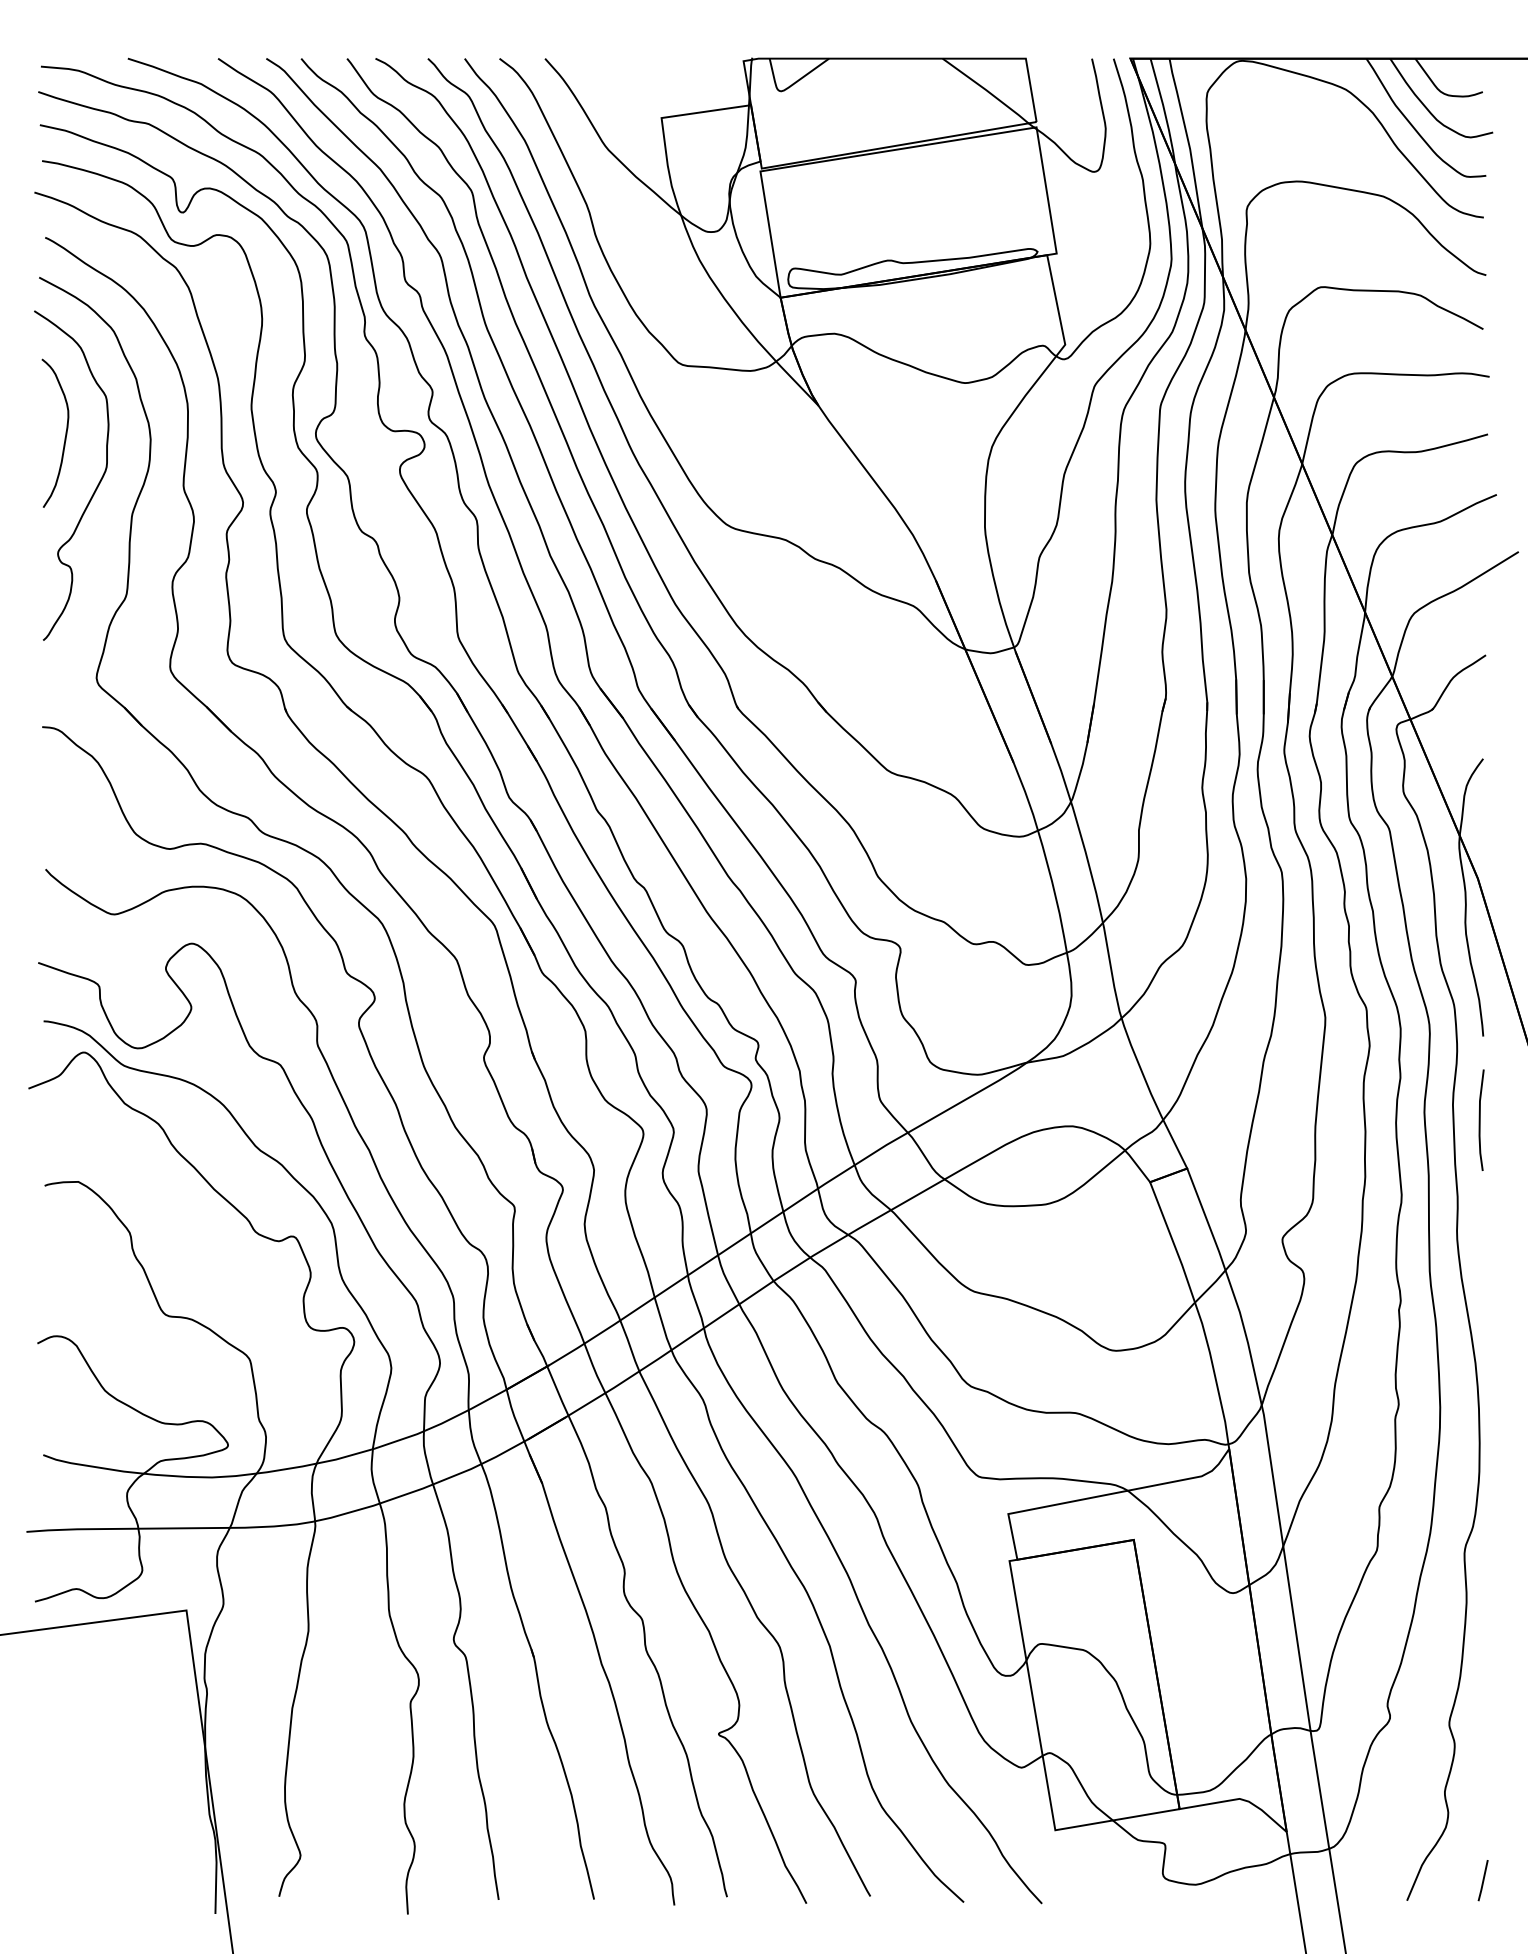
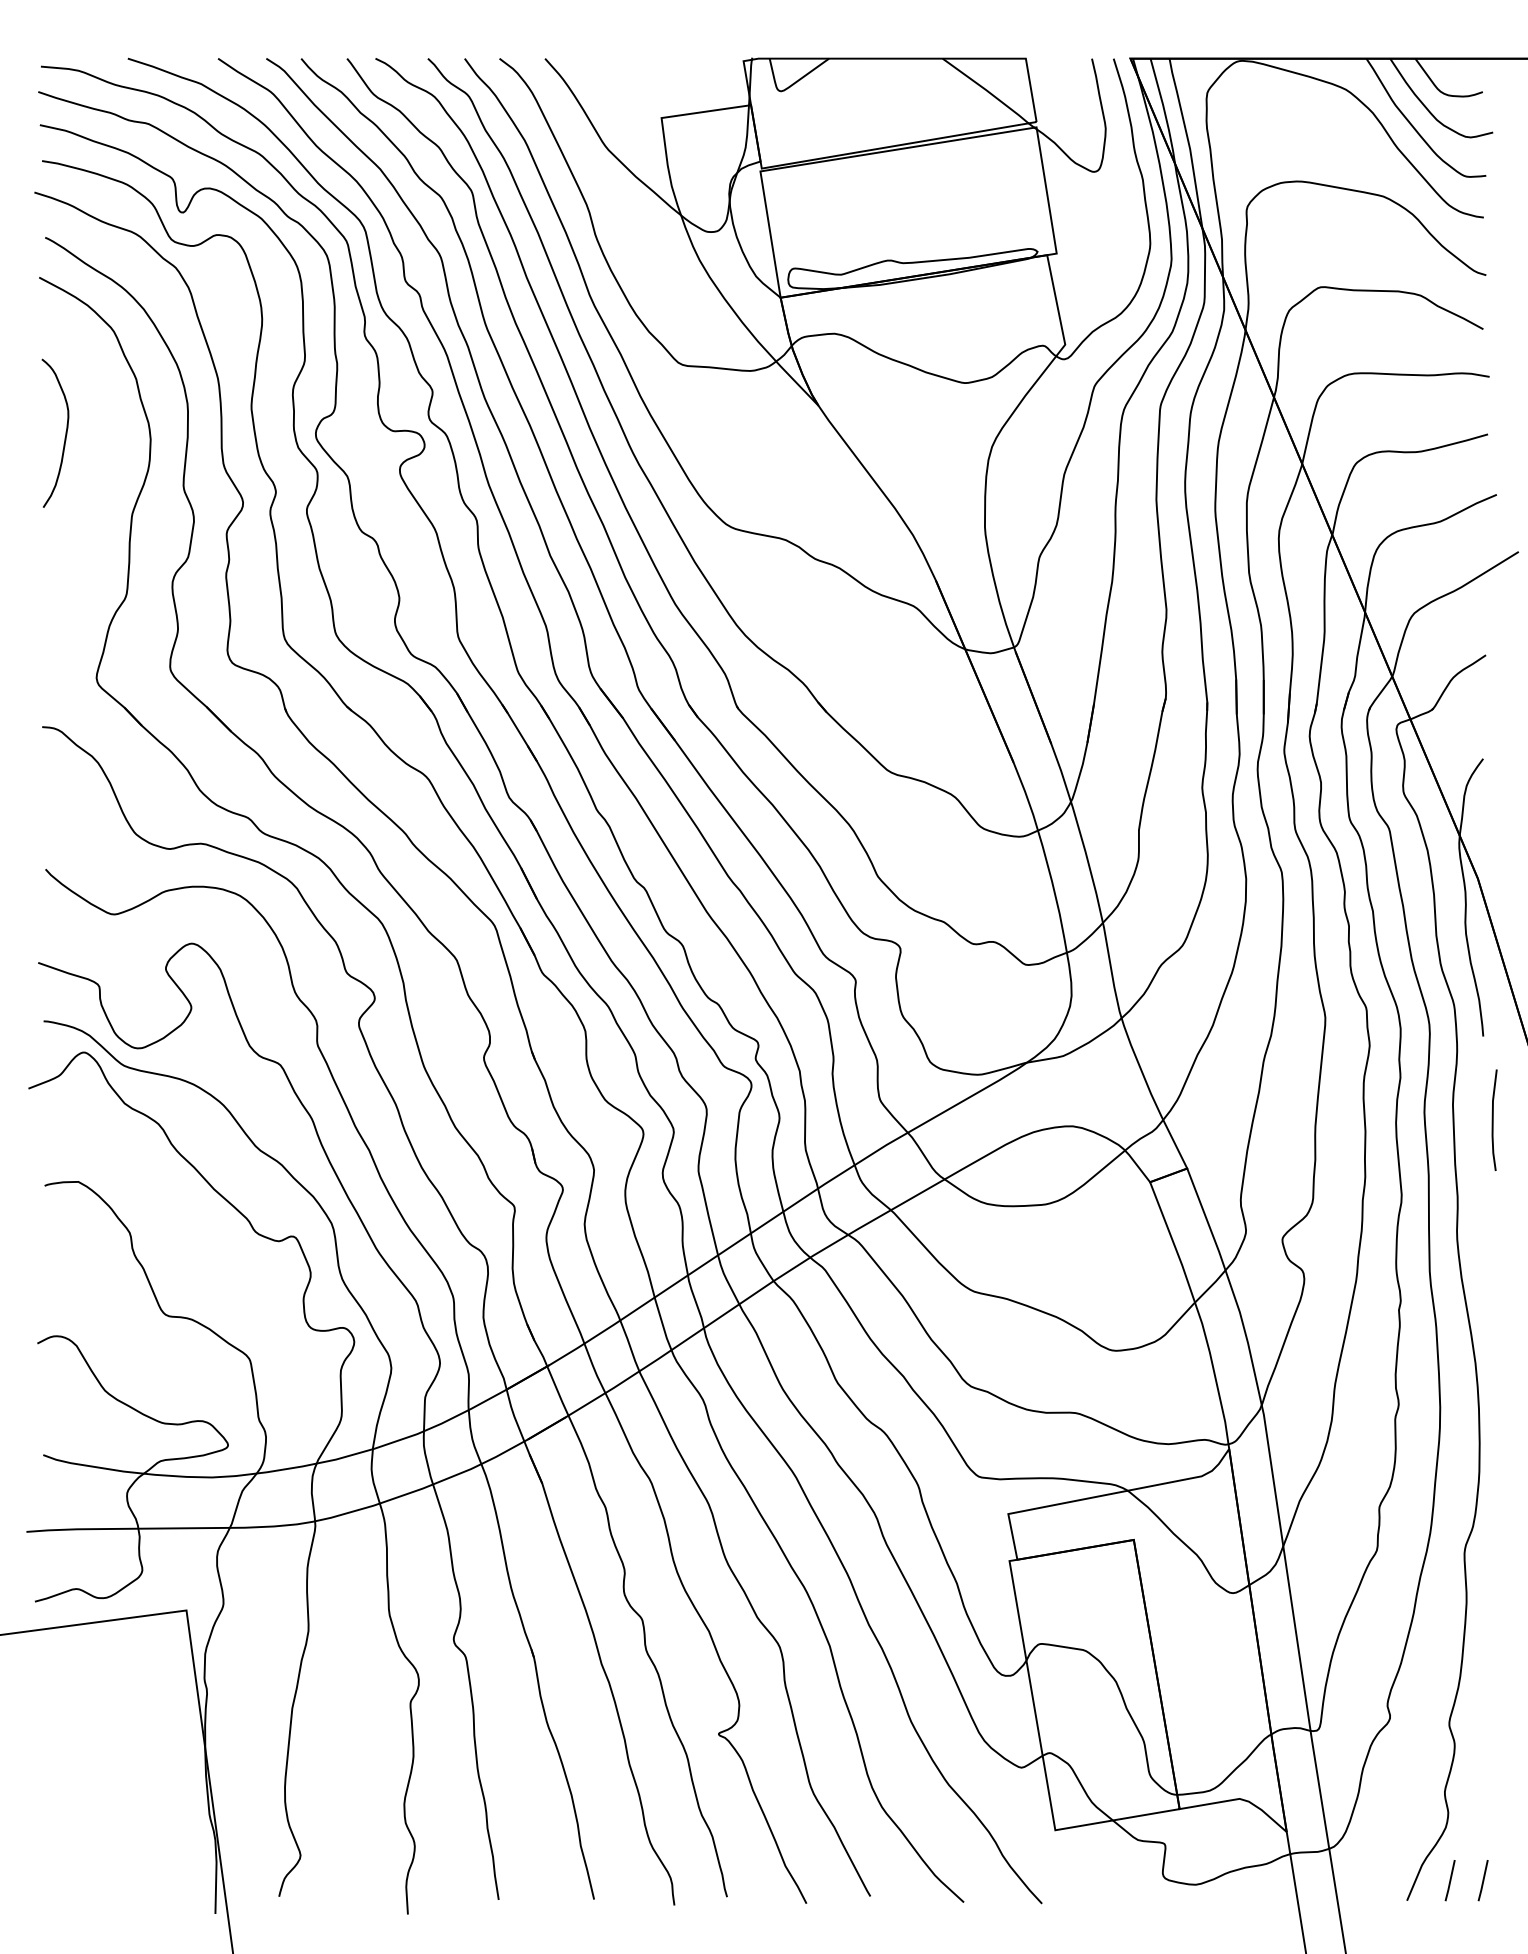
curve at (95, 488): present -> none
line at (1480, 1119) position: (1480, 1119) -> (1493, 1119)
line at (1449, 1880): none -> present
